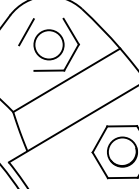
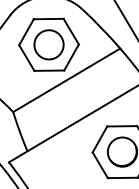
line at (48, 18): none -> present
line at (125, 19): none -> present
line at (26, 57): none -> present
